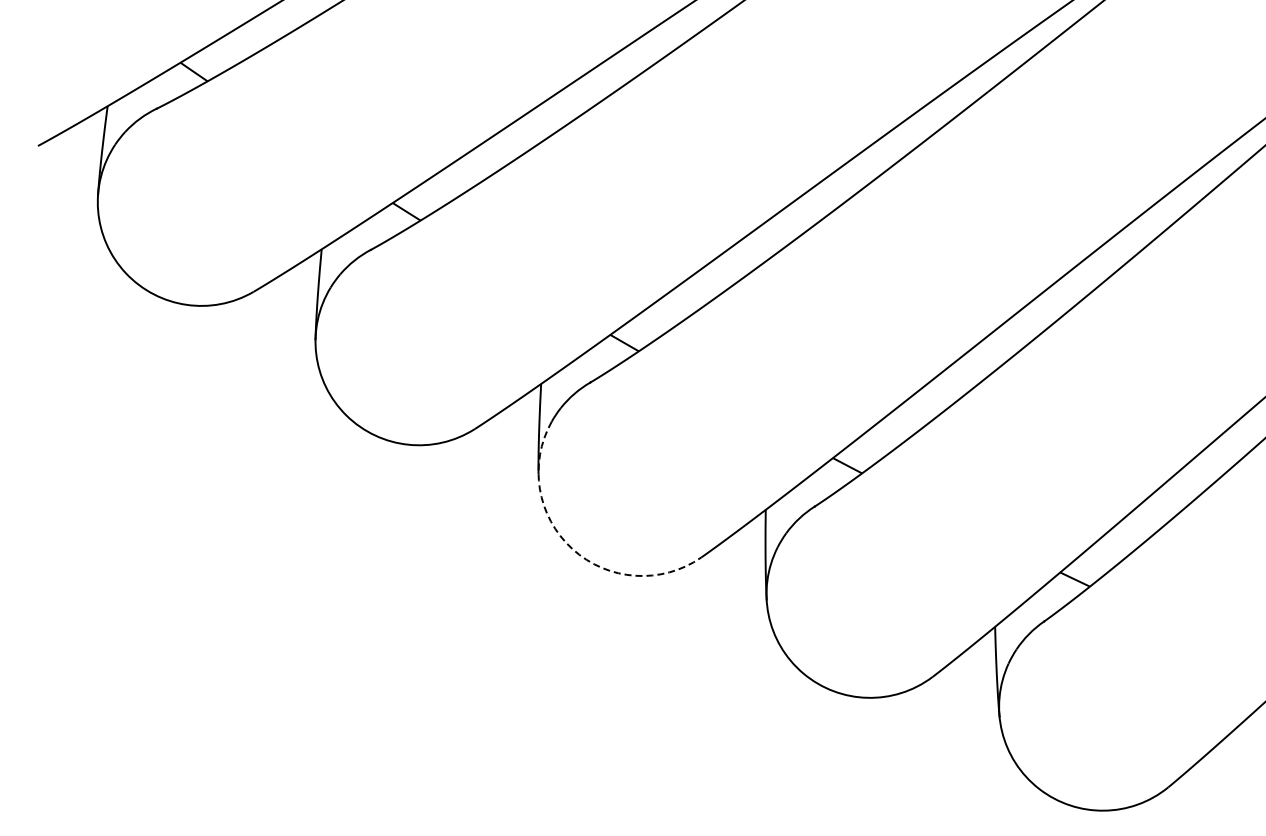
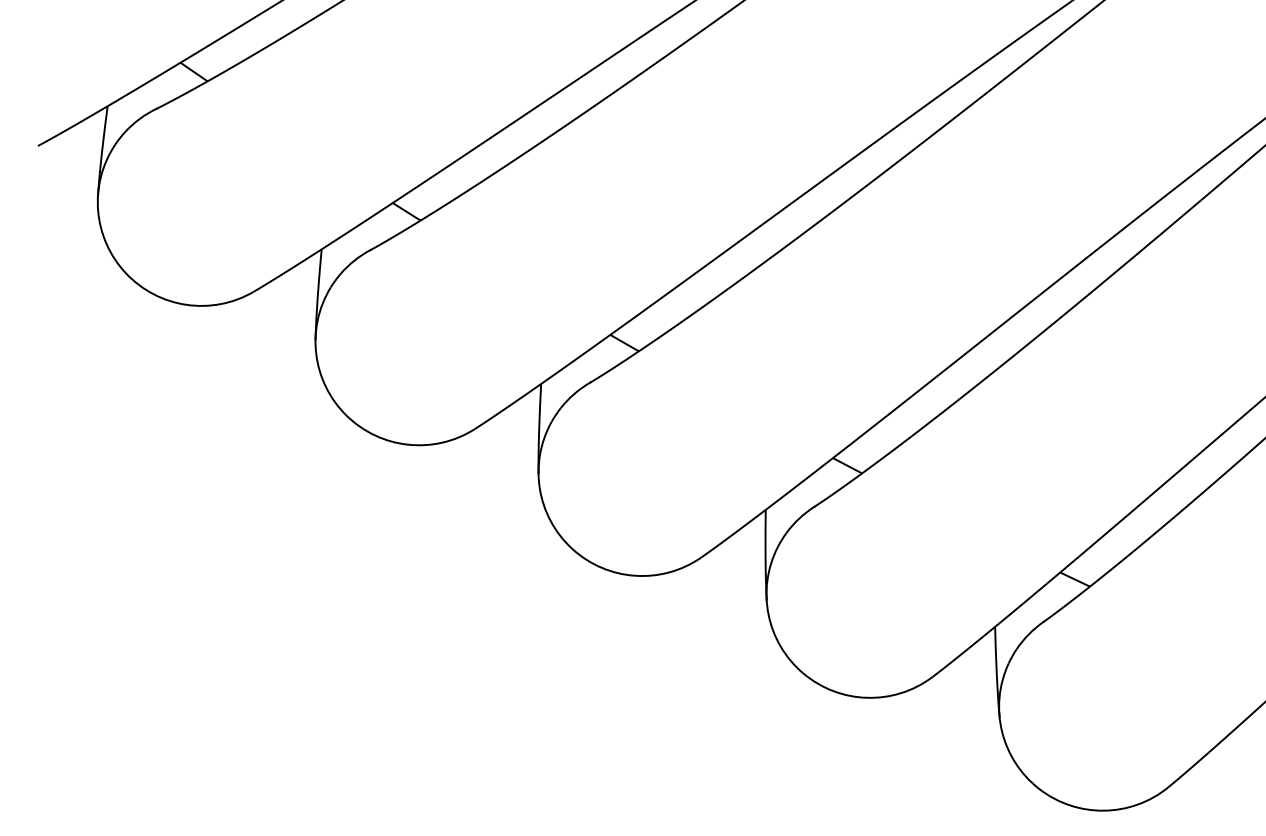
arc at (572, 549): dashed -> solid
